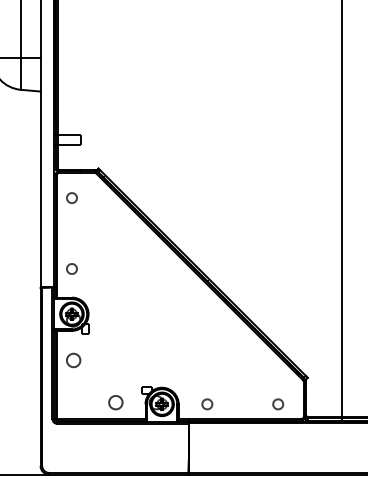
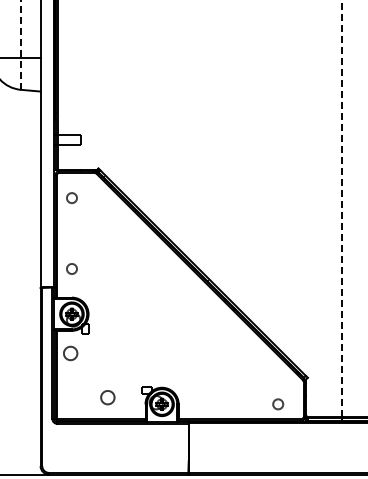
line at (20, 45): solid -> dashed
line at (341, 207): solid -> dashed
circle at (73, 360) position: (73, 360) -> (70, 353)
circle at (115, 402) position: (115, 402) -> (107, 397)
circle at (207, 404): present -> none
